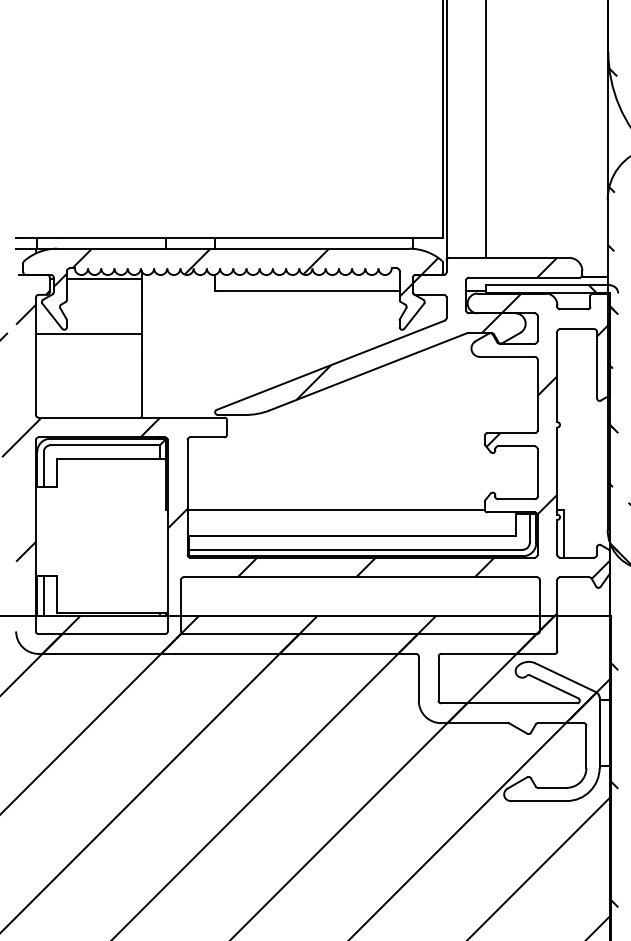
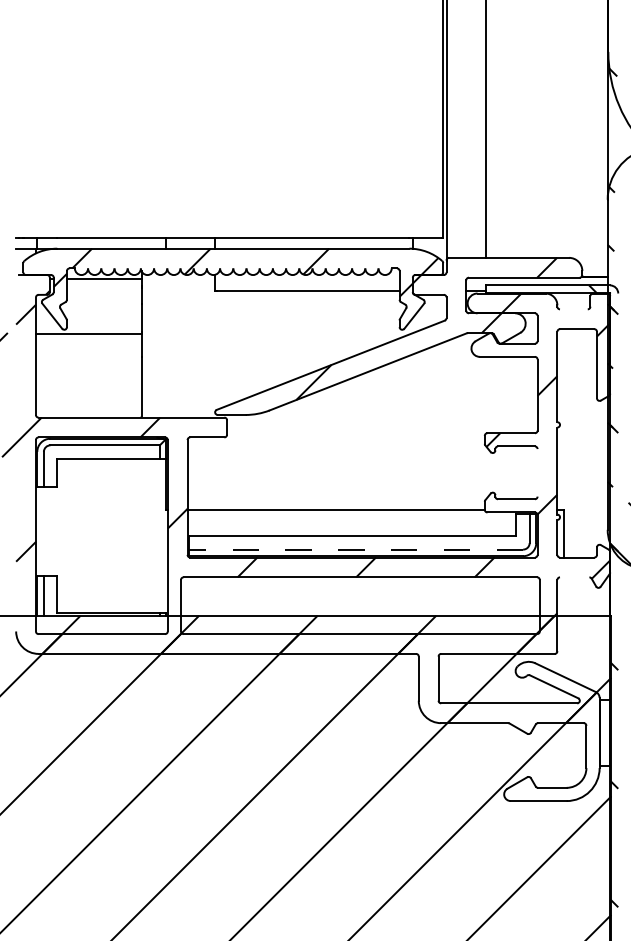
line at (573, 309): present -> none
line at (537, 472): present -> none
line at (355, 549): solid -> dashed
line at (574, 577): present -> none
